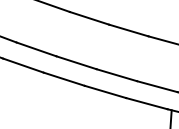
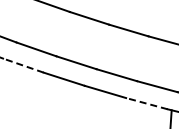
line at (23, 65): solid -> dashed
line at (146, 103): solid -> dashed
